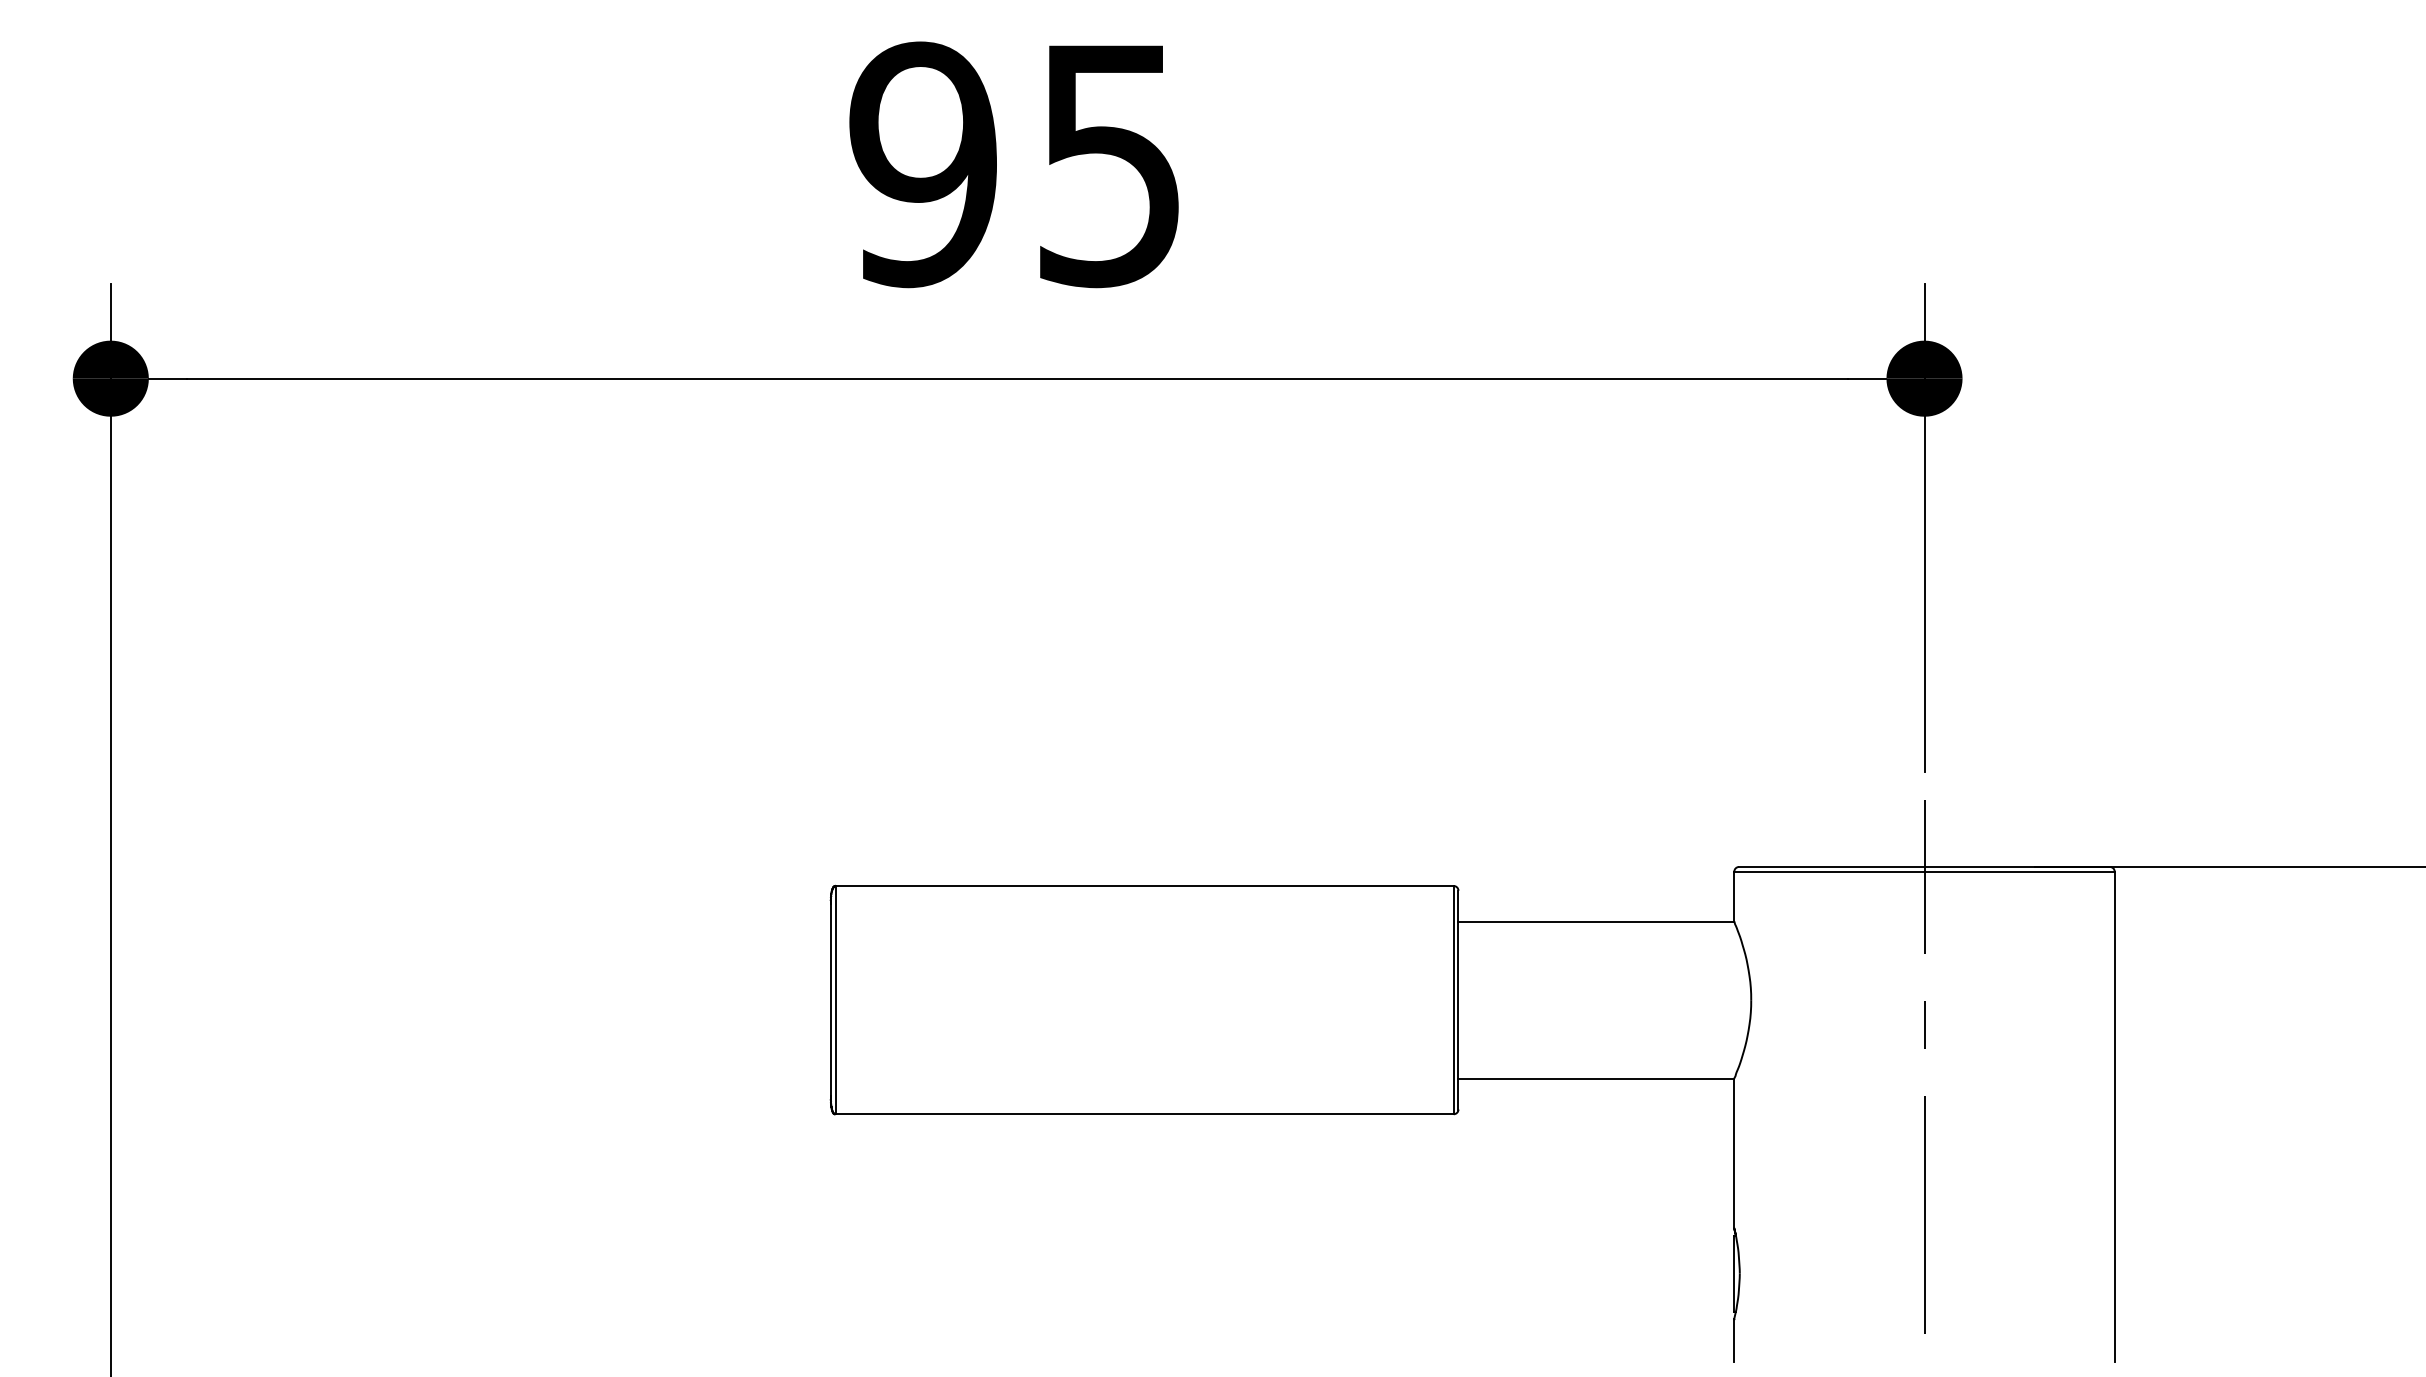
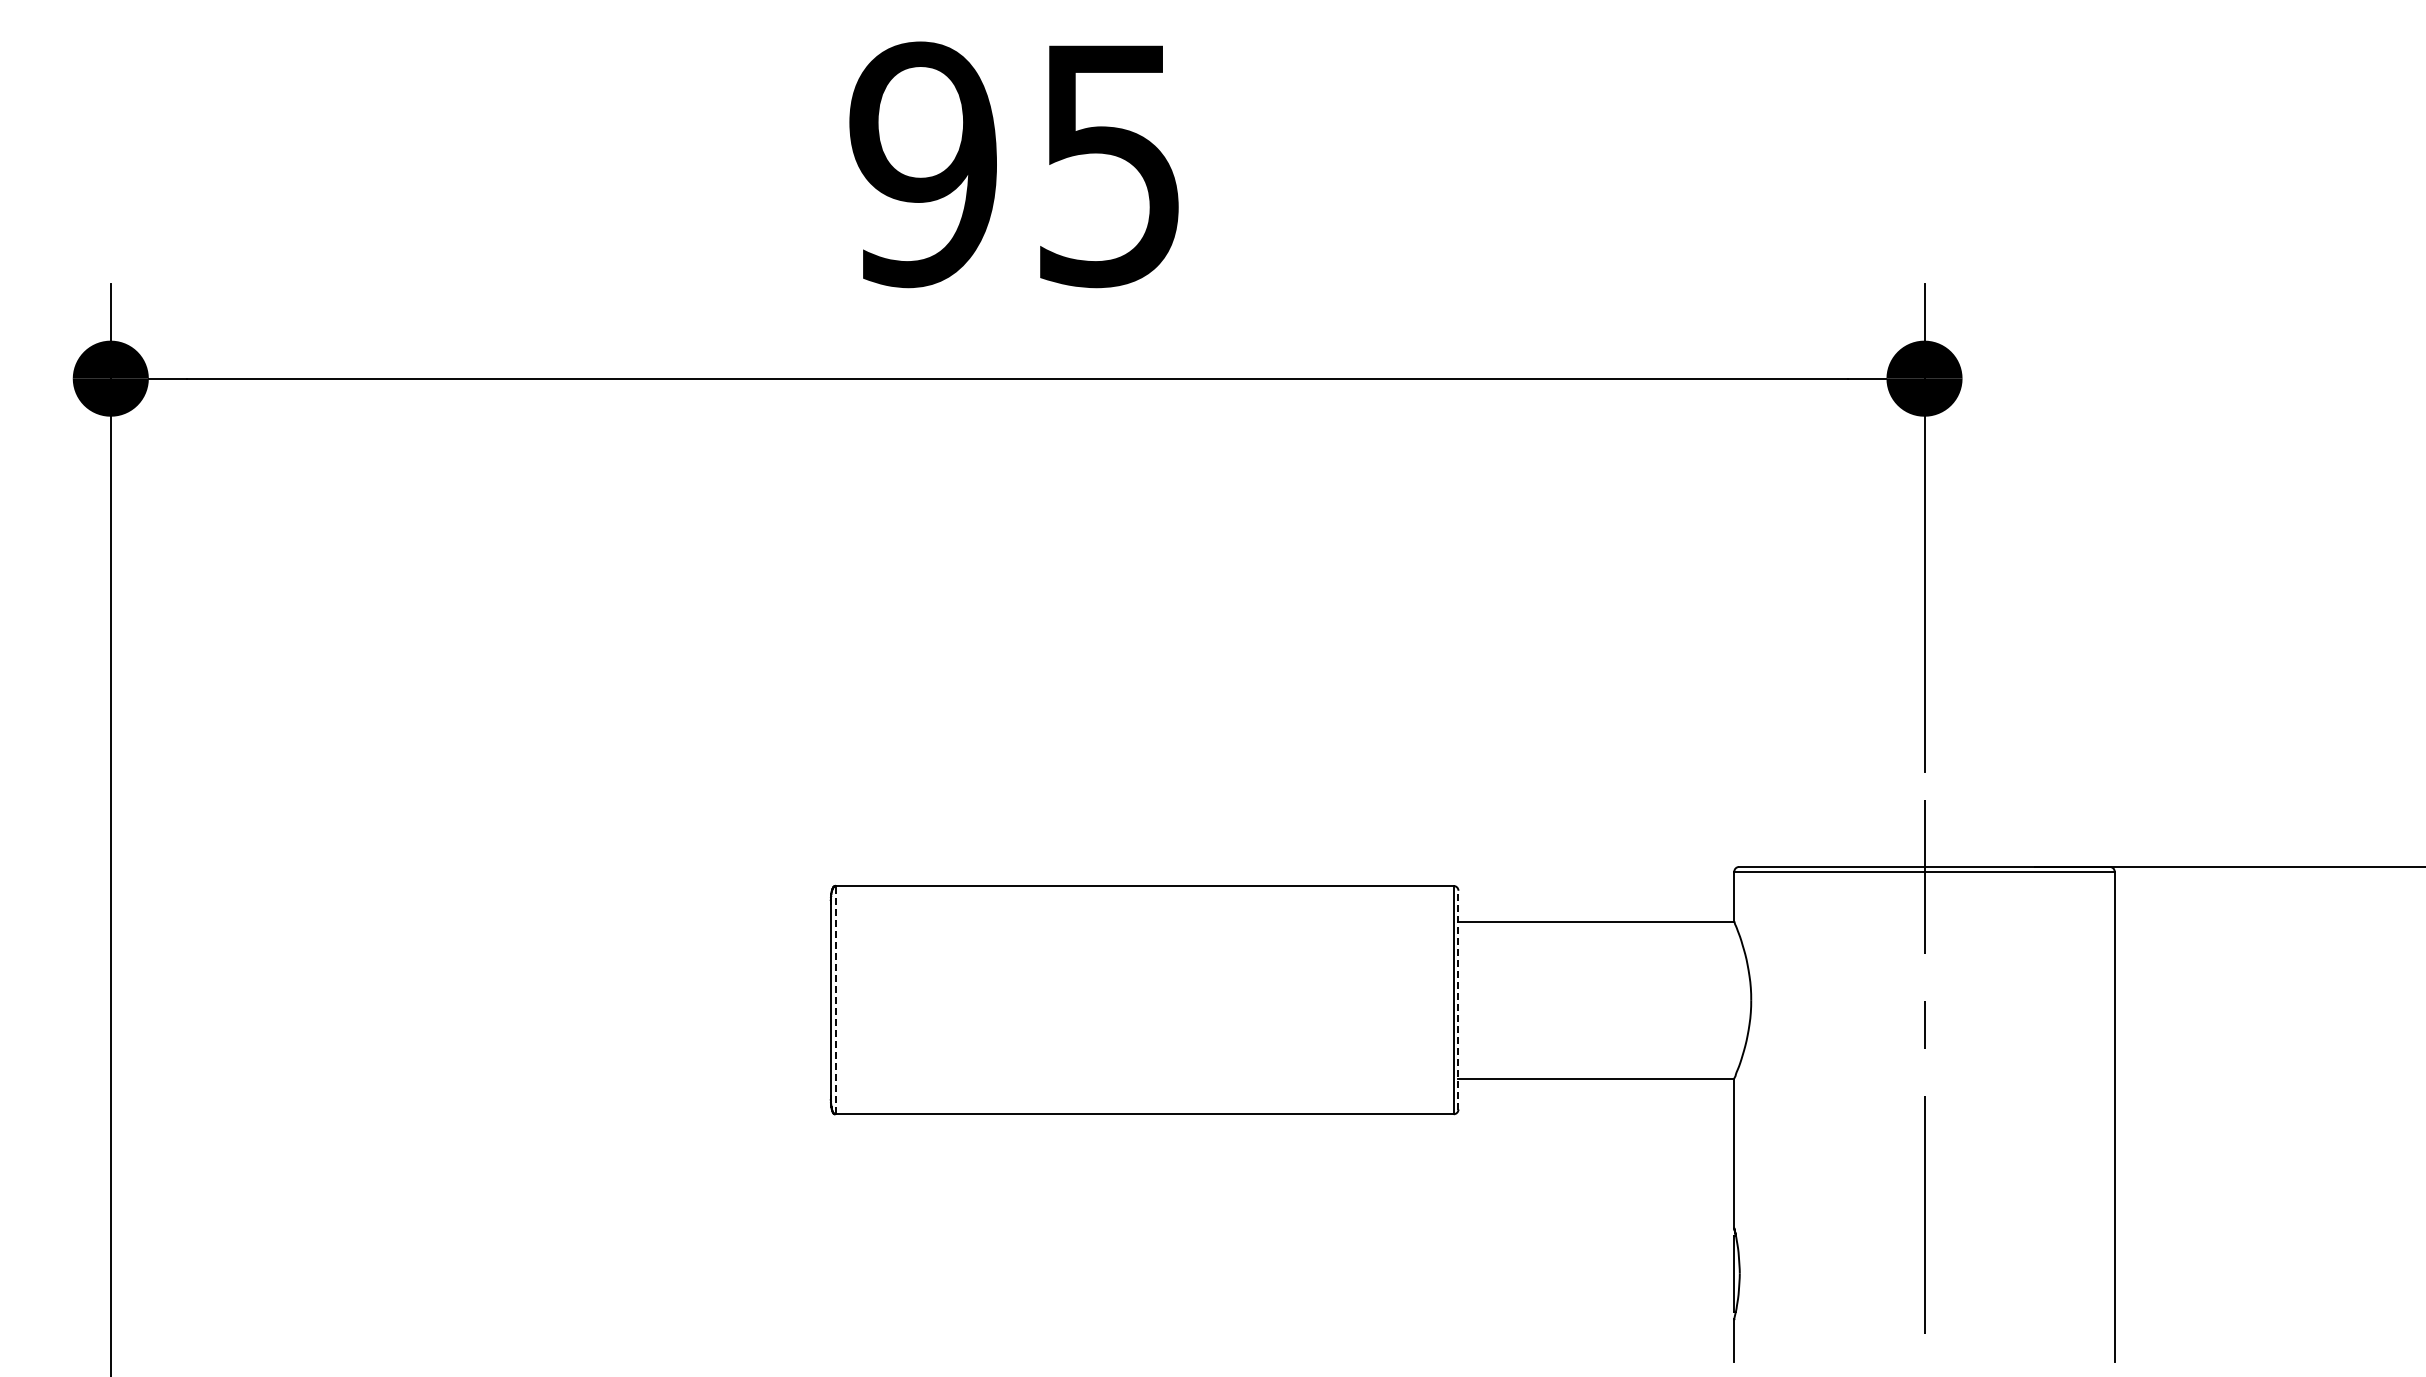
line at (835, 999): solid -> dashed
line at (1458, 999): solid -> dashed
